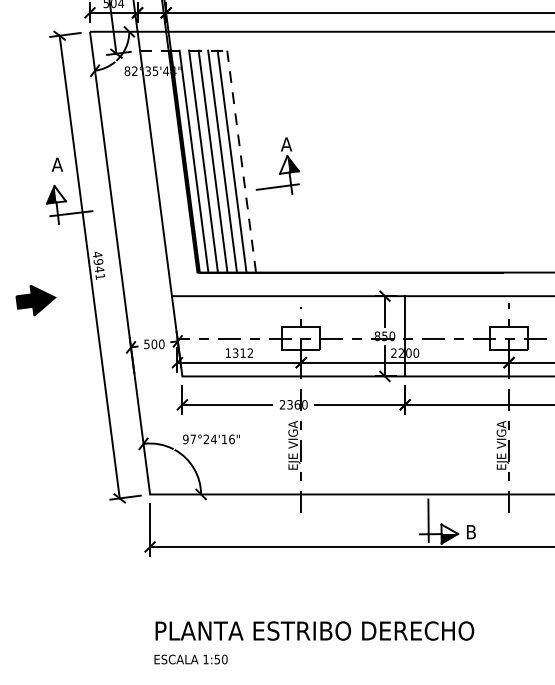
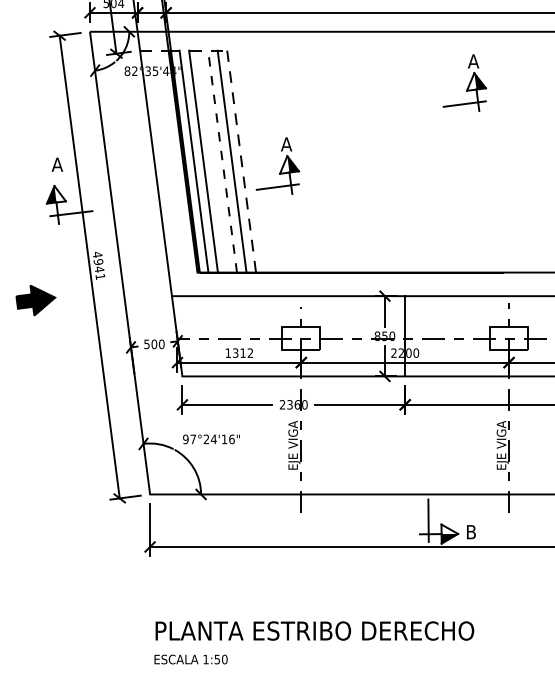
part at (464, 82): none -> present
line at (212, 161): present -> none
line at (222, 161): solid -> dashed
